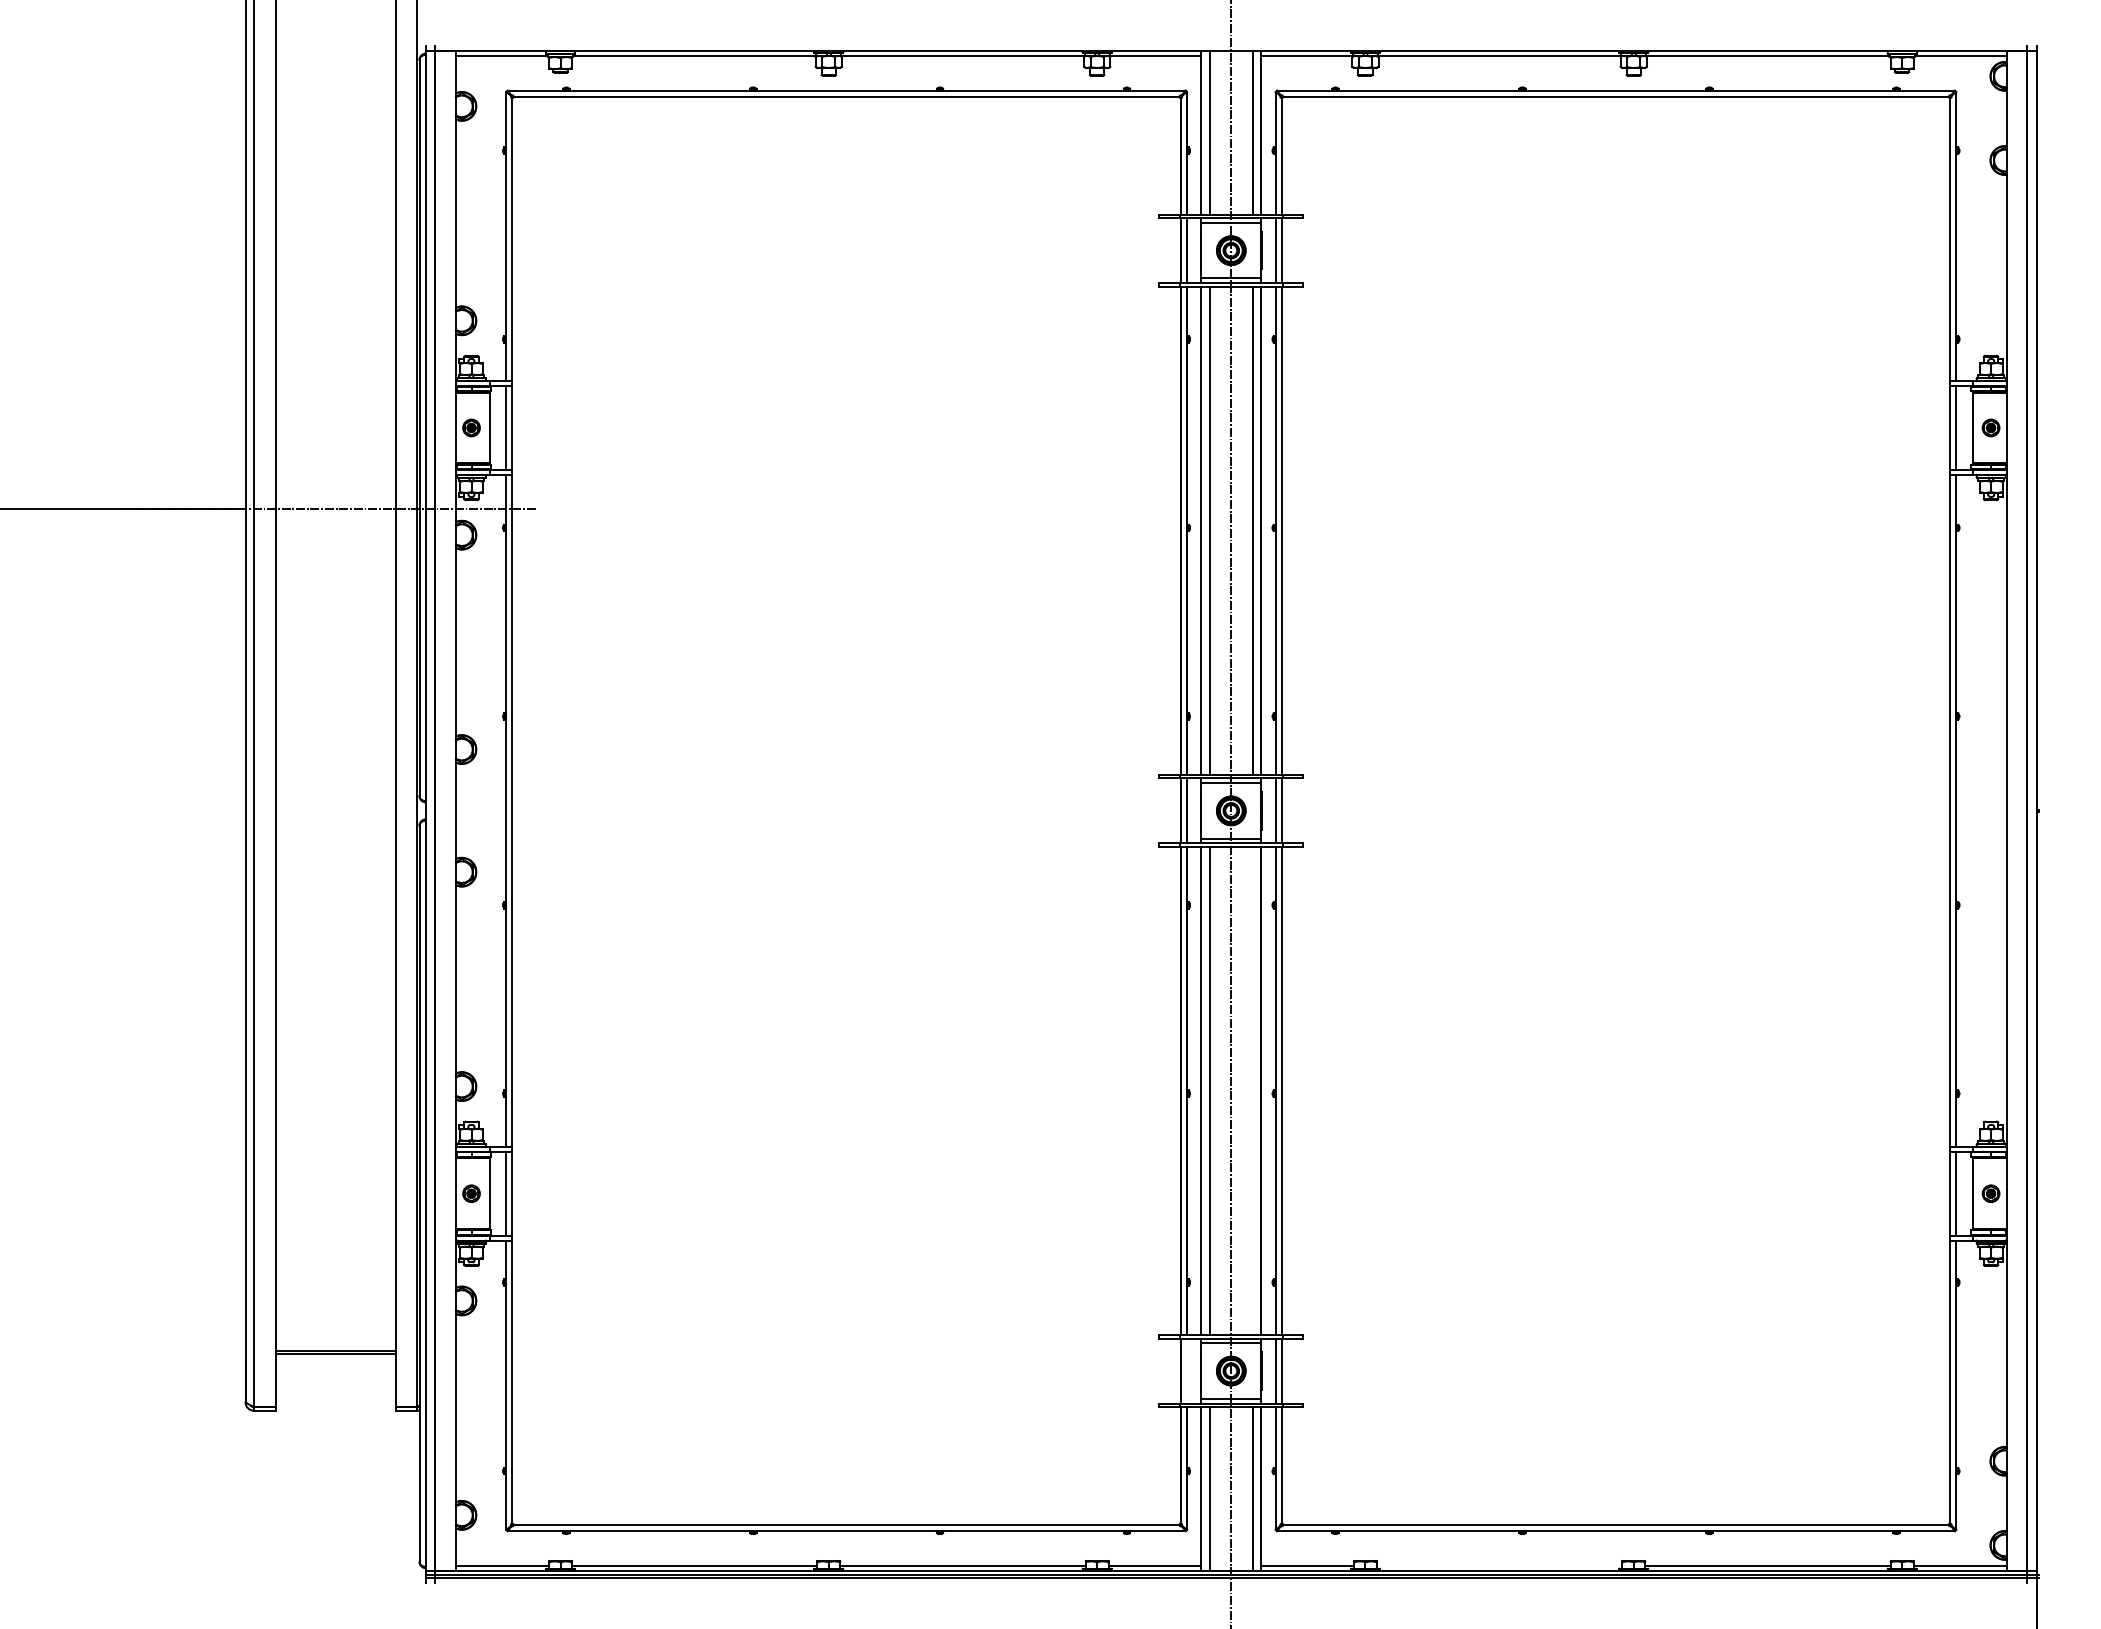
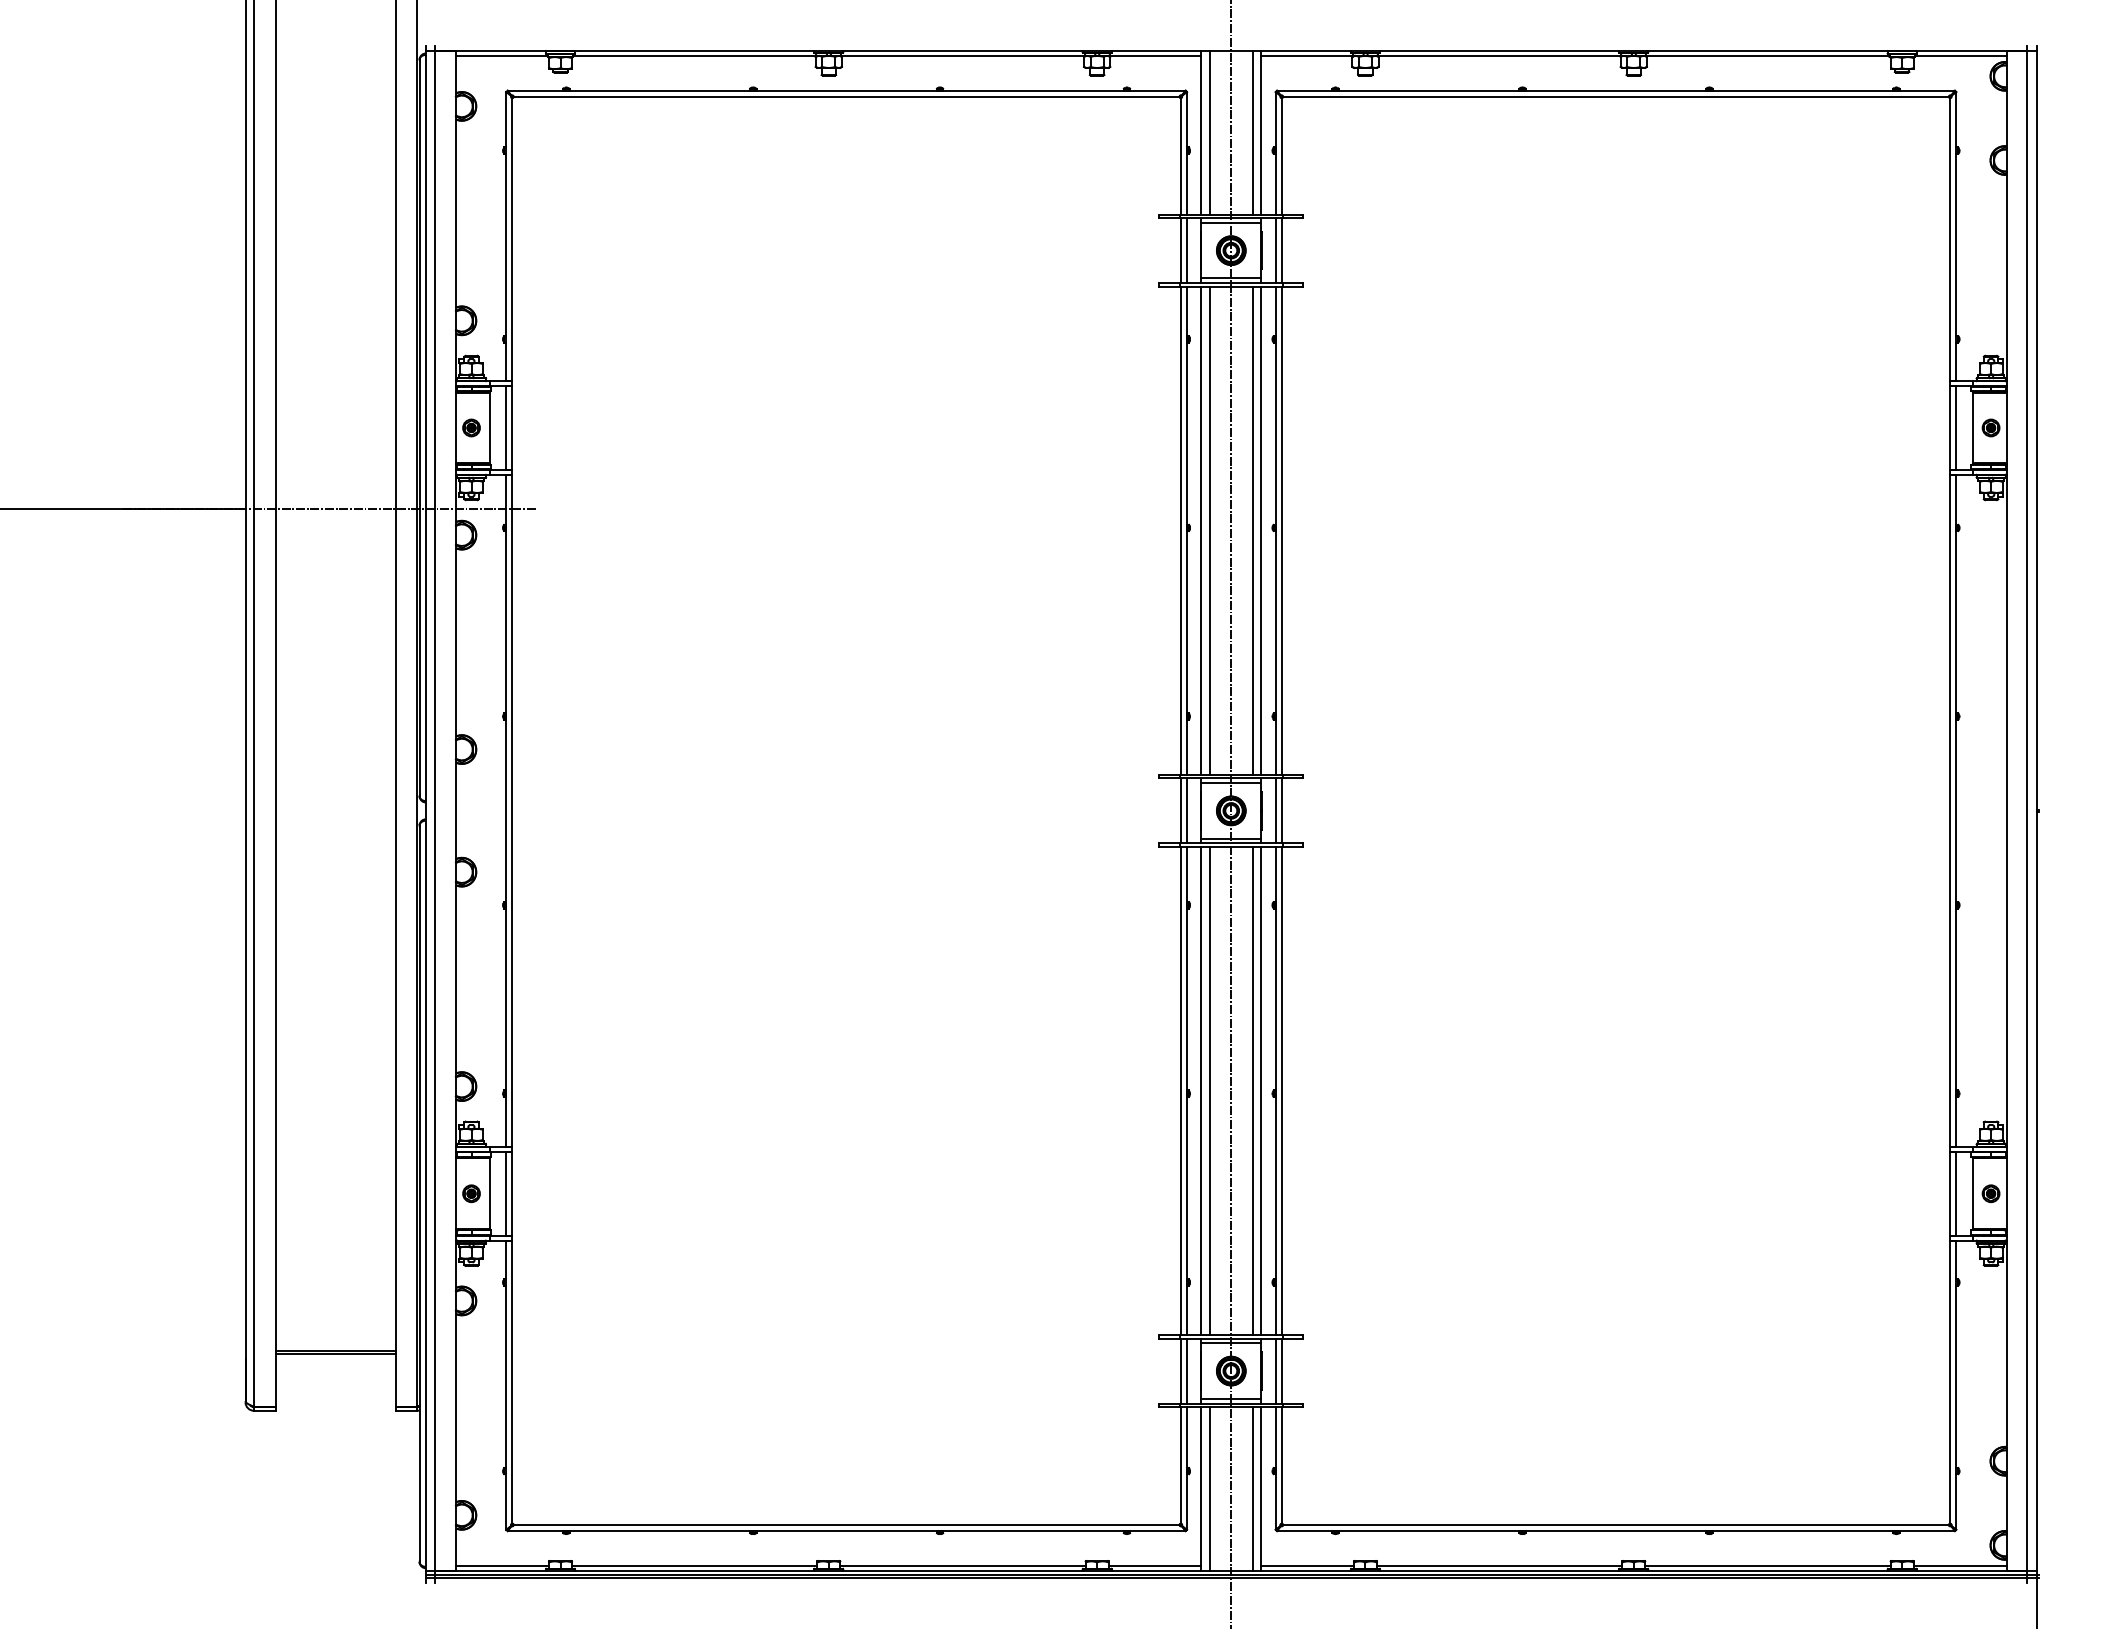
line at (1252, 1090): none -> present
line at (1187, 1370): none -> present
line at (1499, 1565): none -> present
